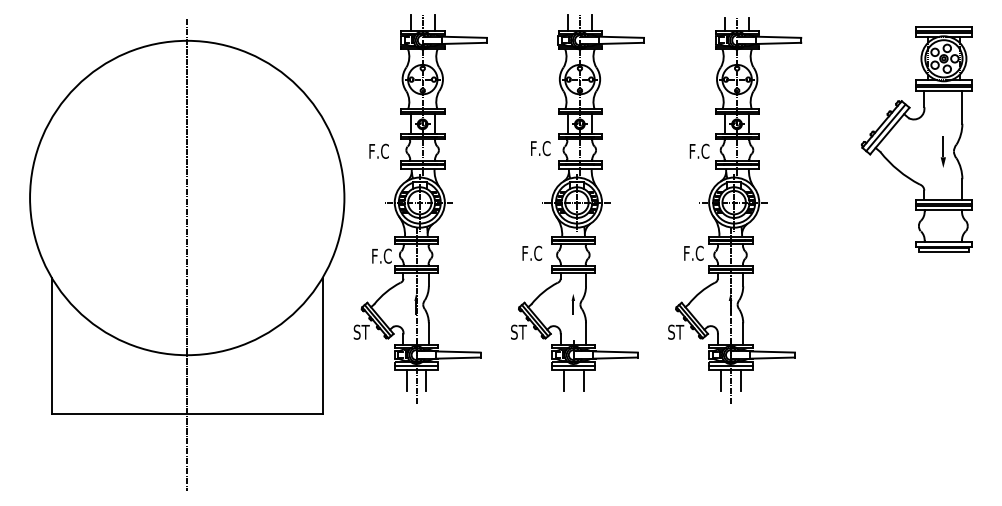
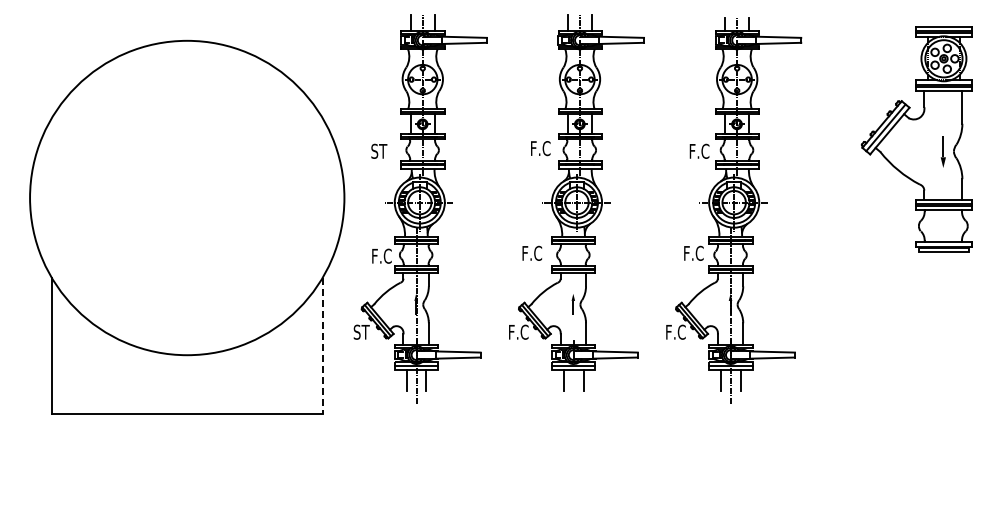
text at (378, 150): F.C -> ST
line at (187, 254): present -> none
text at (518, 331): ST -> F.C
text at (675, 331): ST -> F.C
line at (322, 346): solid -> dashed
